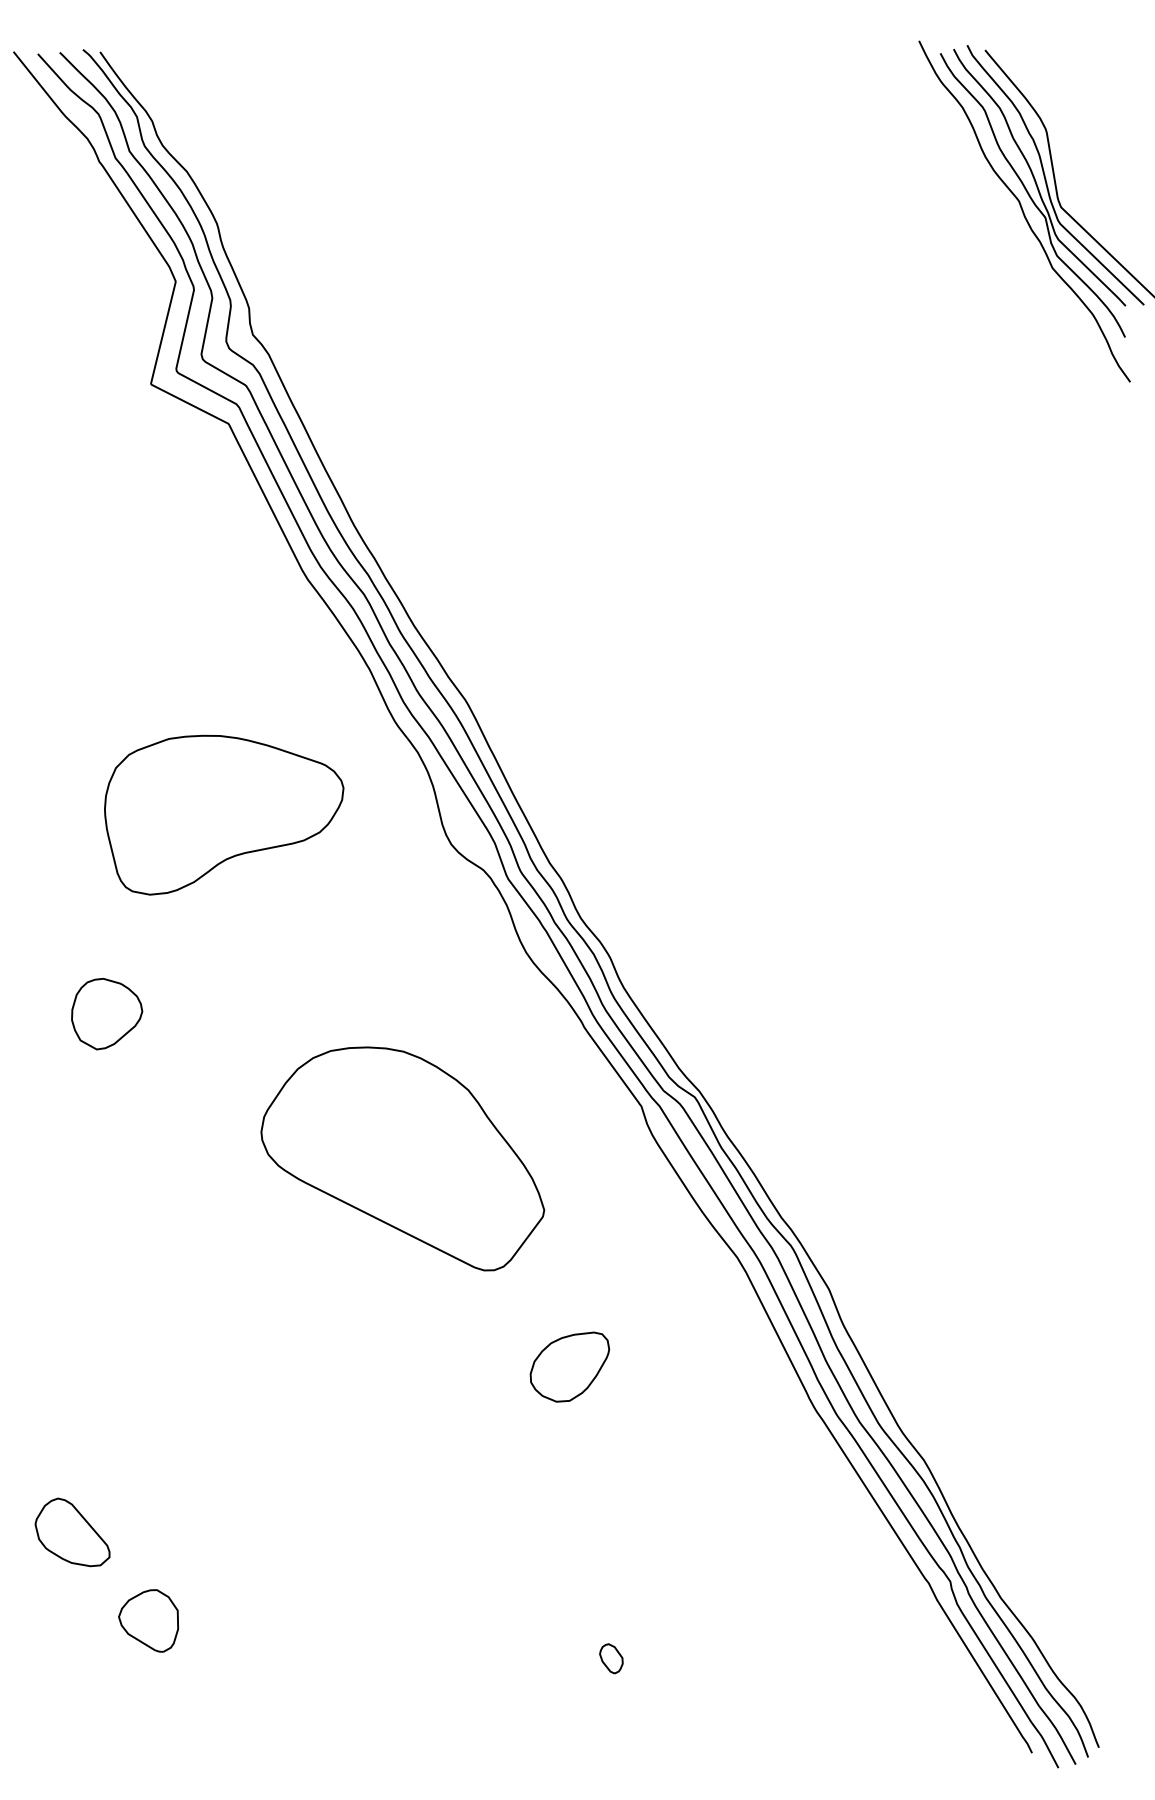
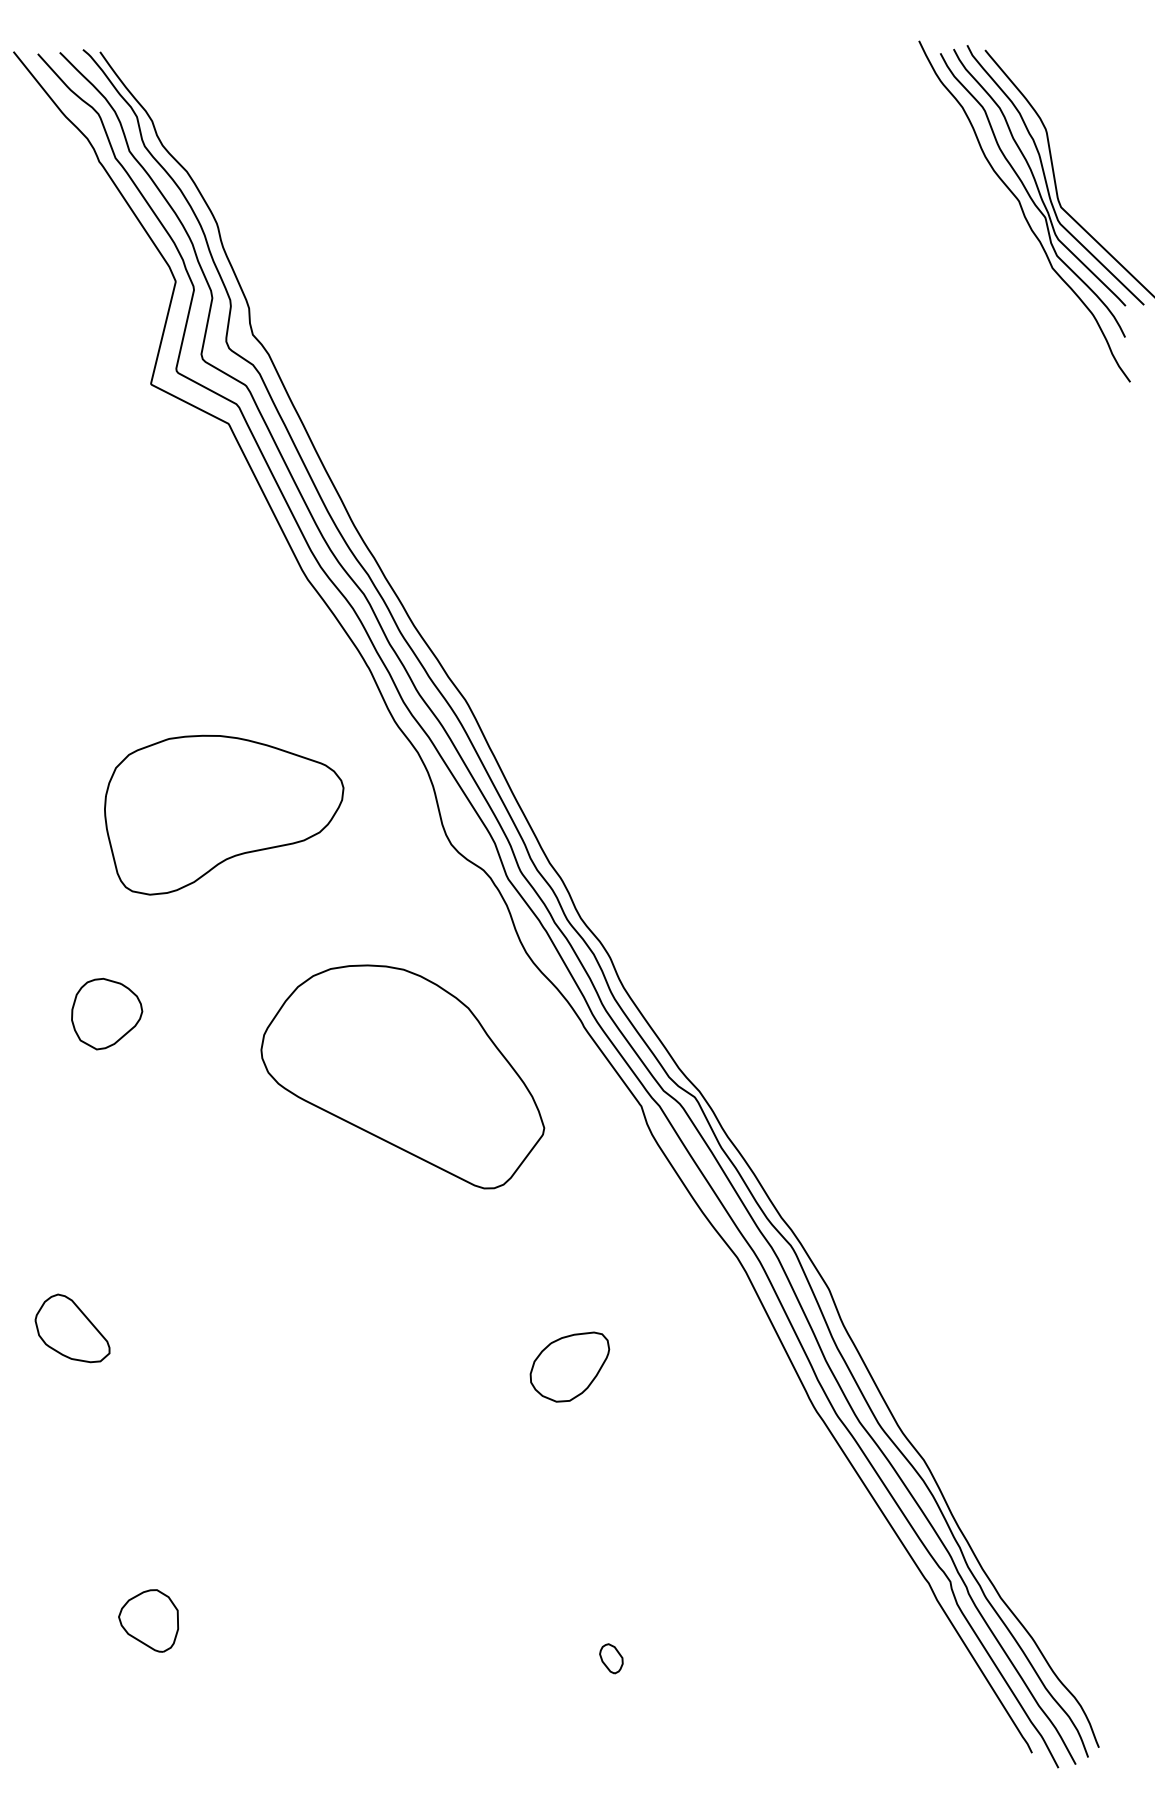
part at (402, 1158) position: (402, 1158) -> (402, 1076)
part at (72, 1532) position: (72, 1532) -> (72, 1328)
